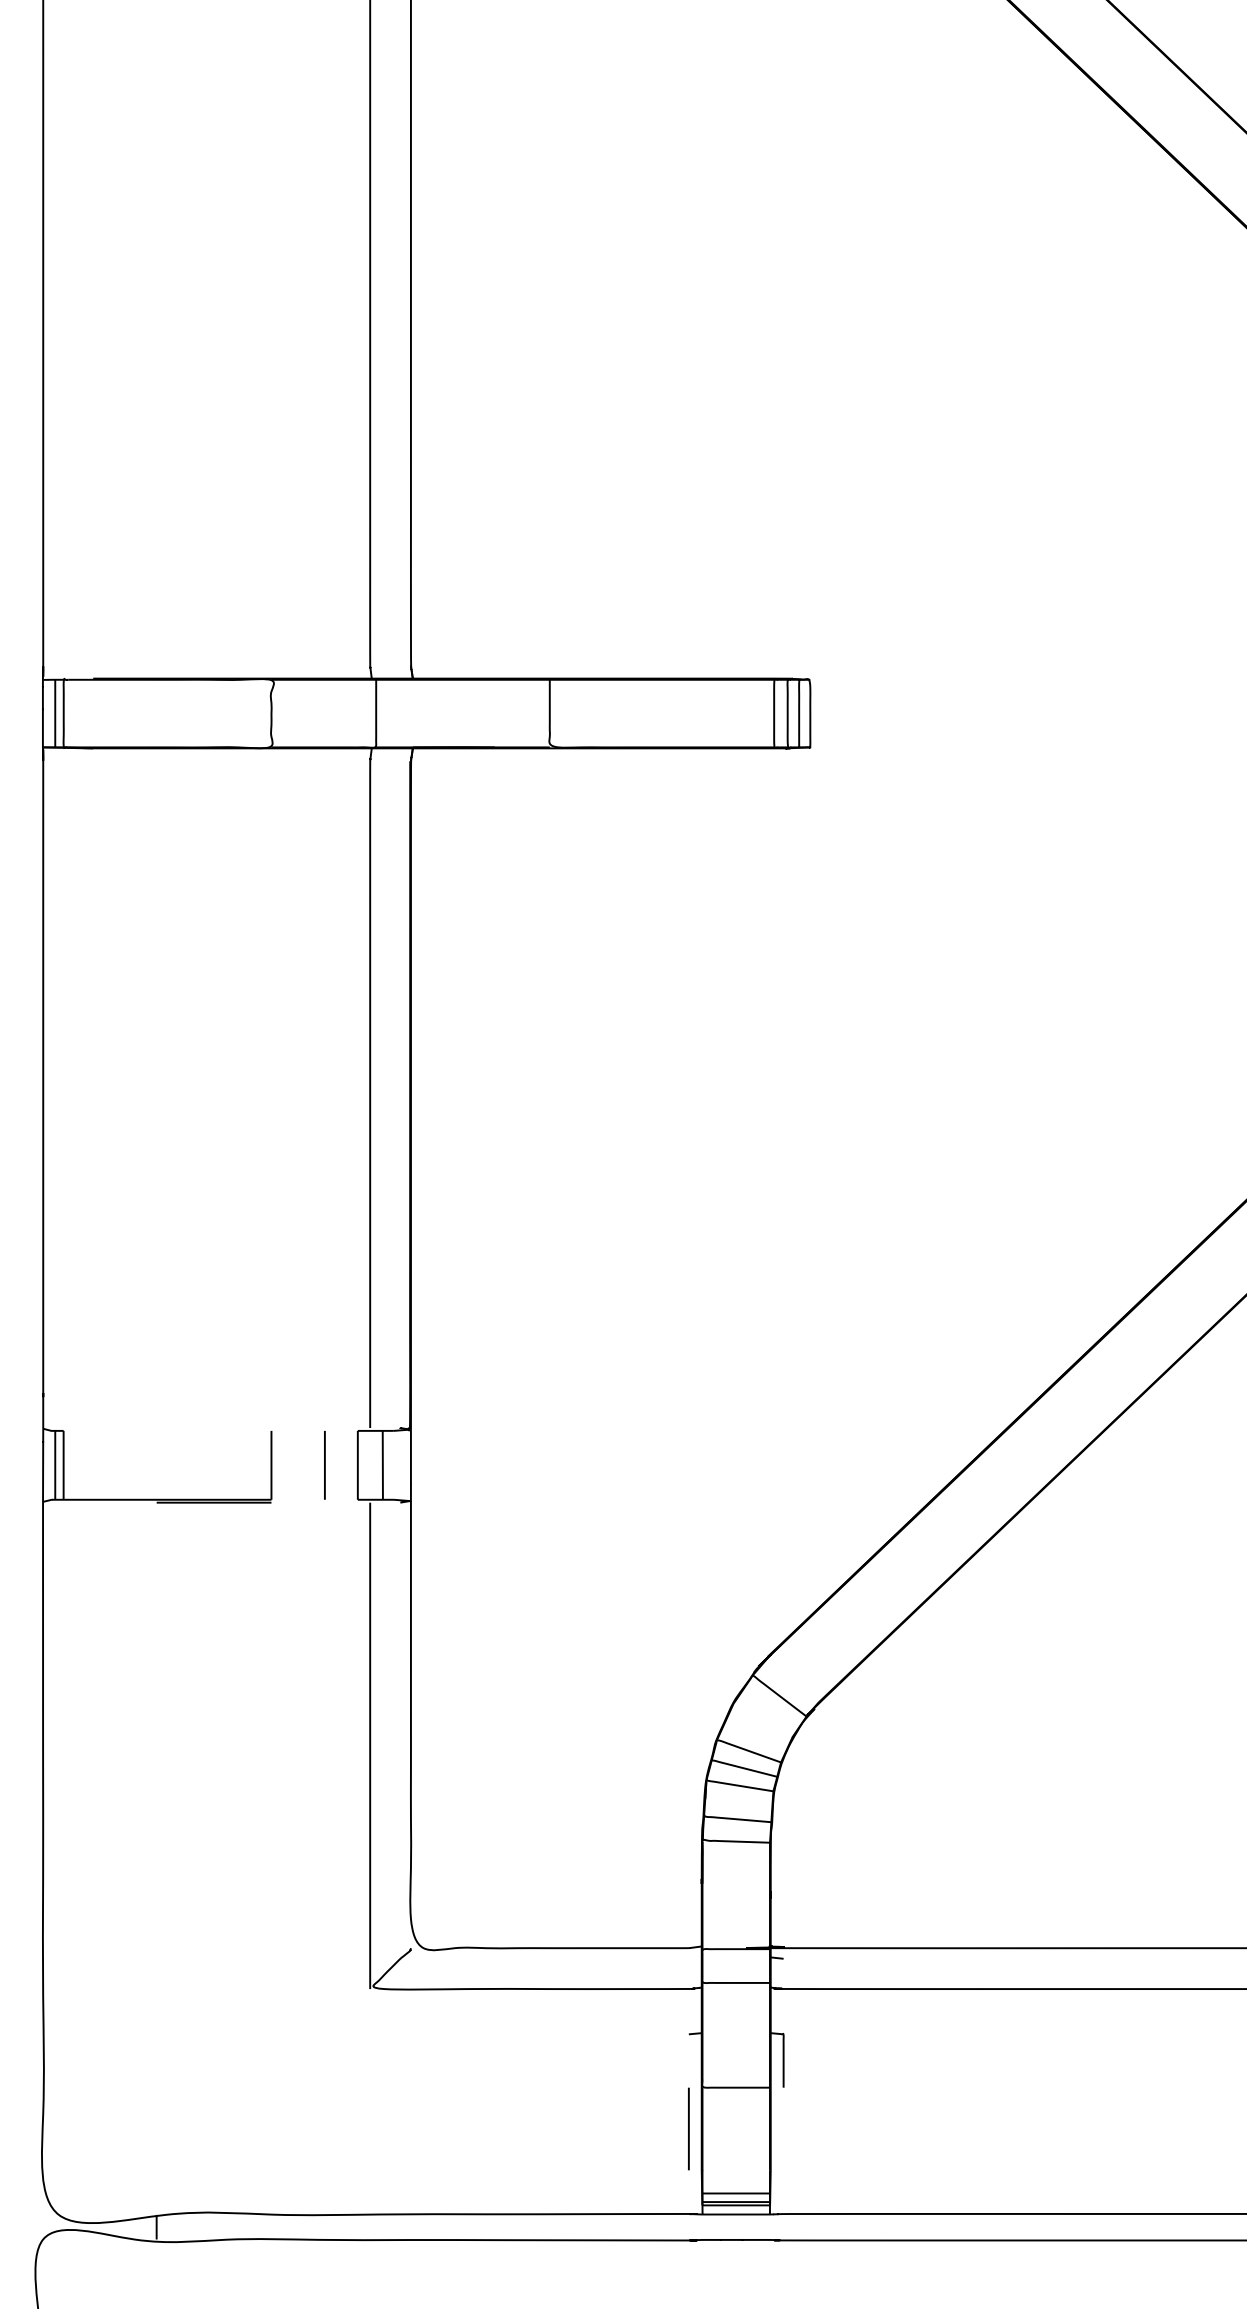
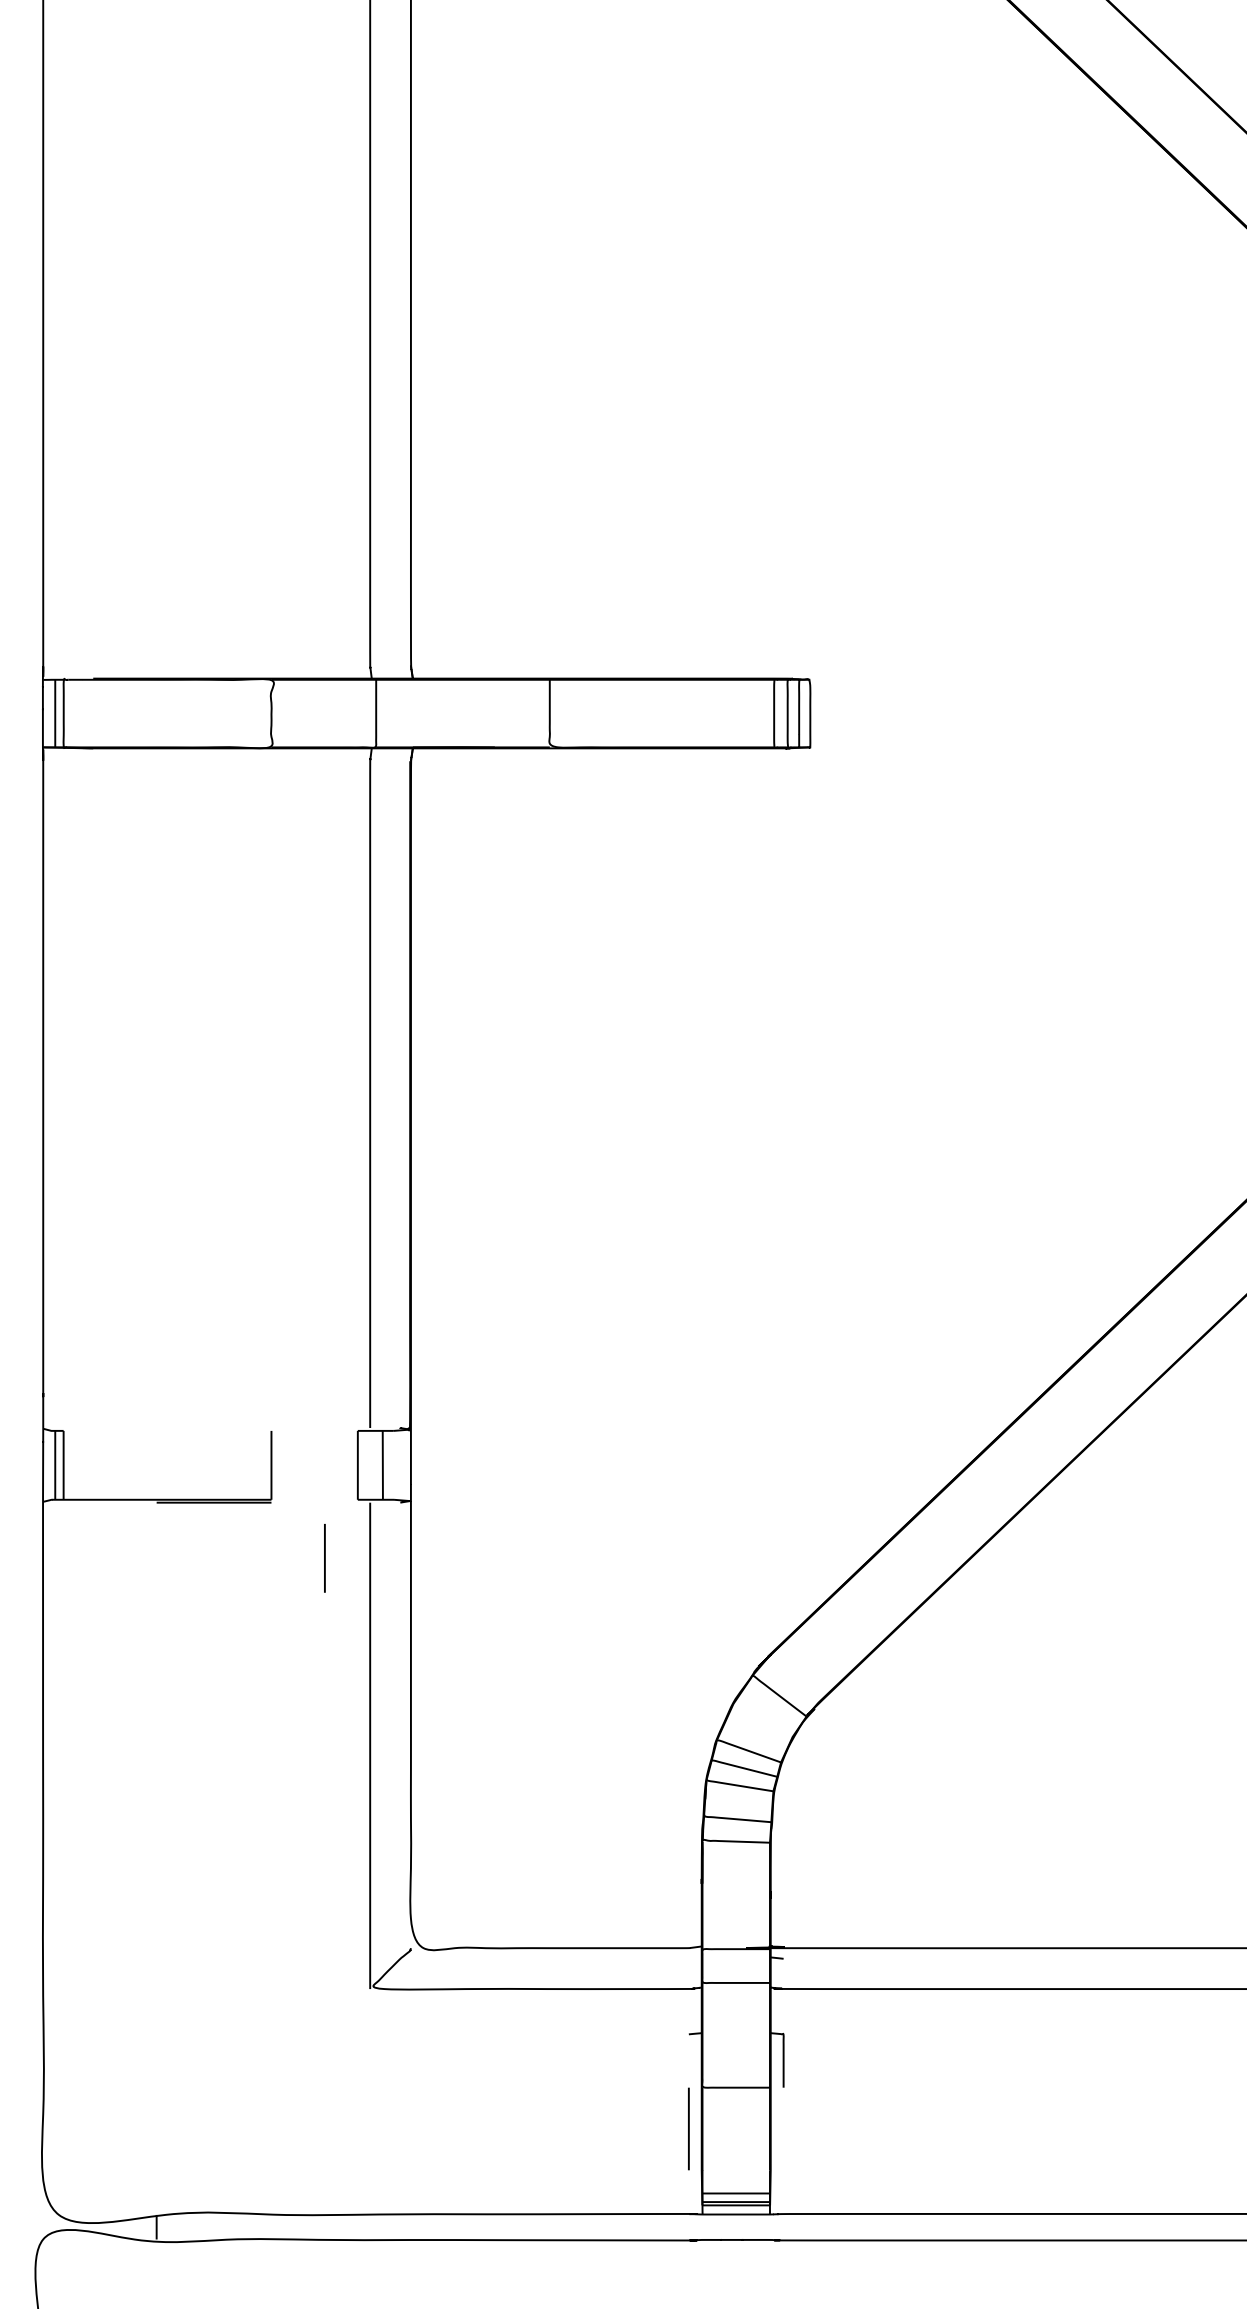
line at (324, 1465) position: (324, 1465) -> (324, 1558)
